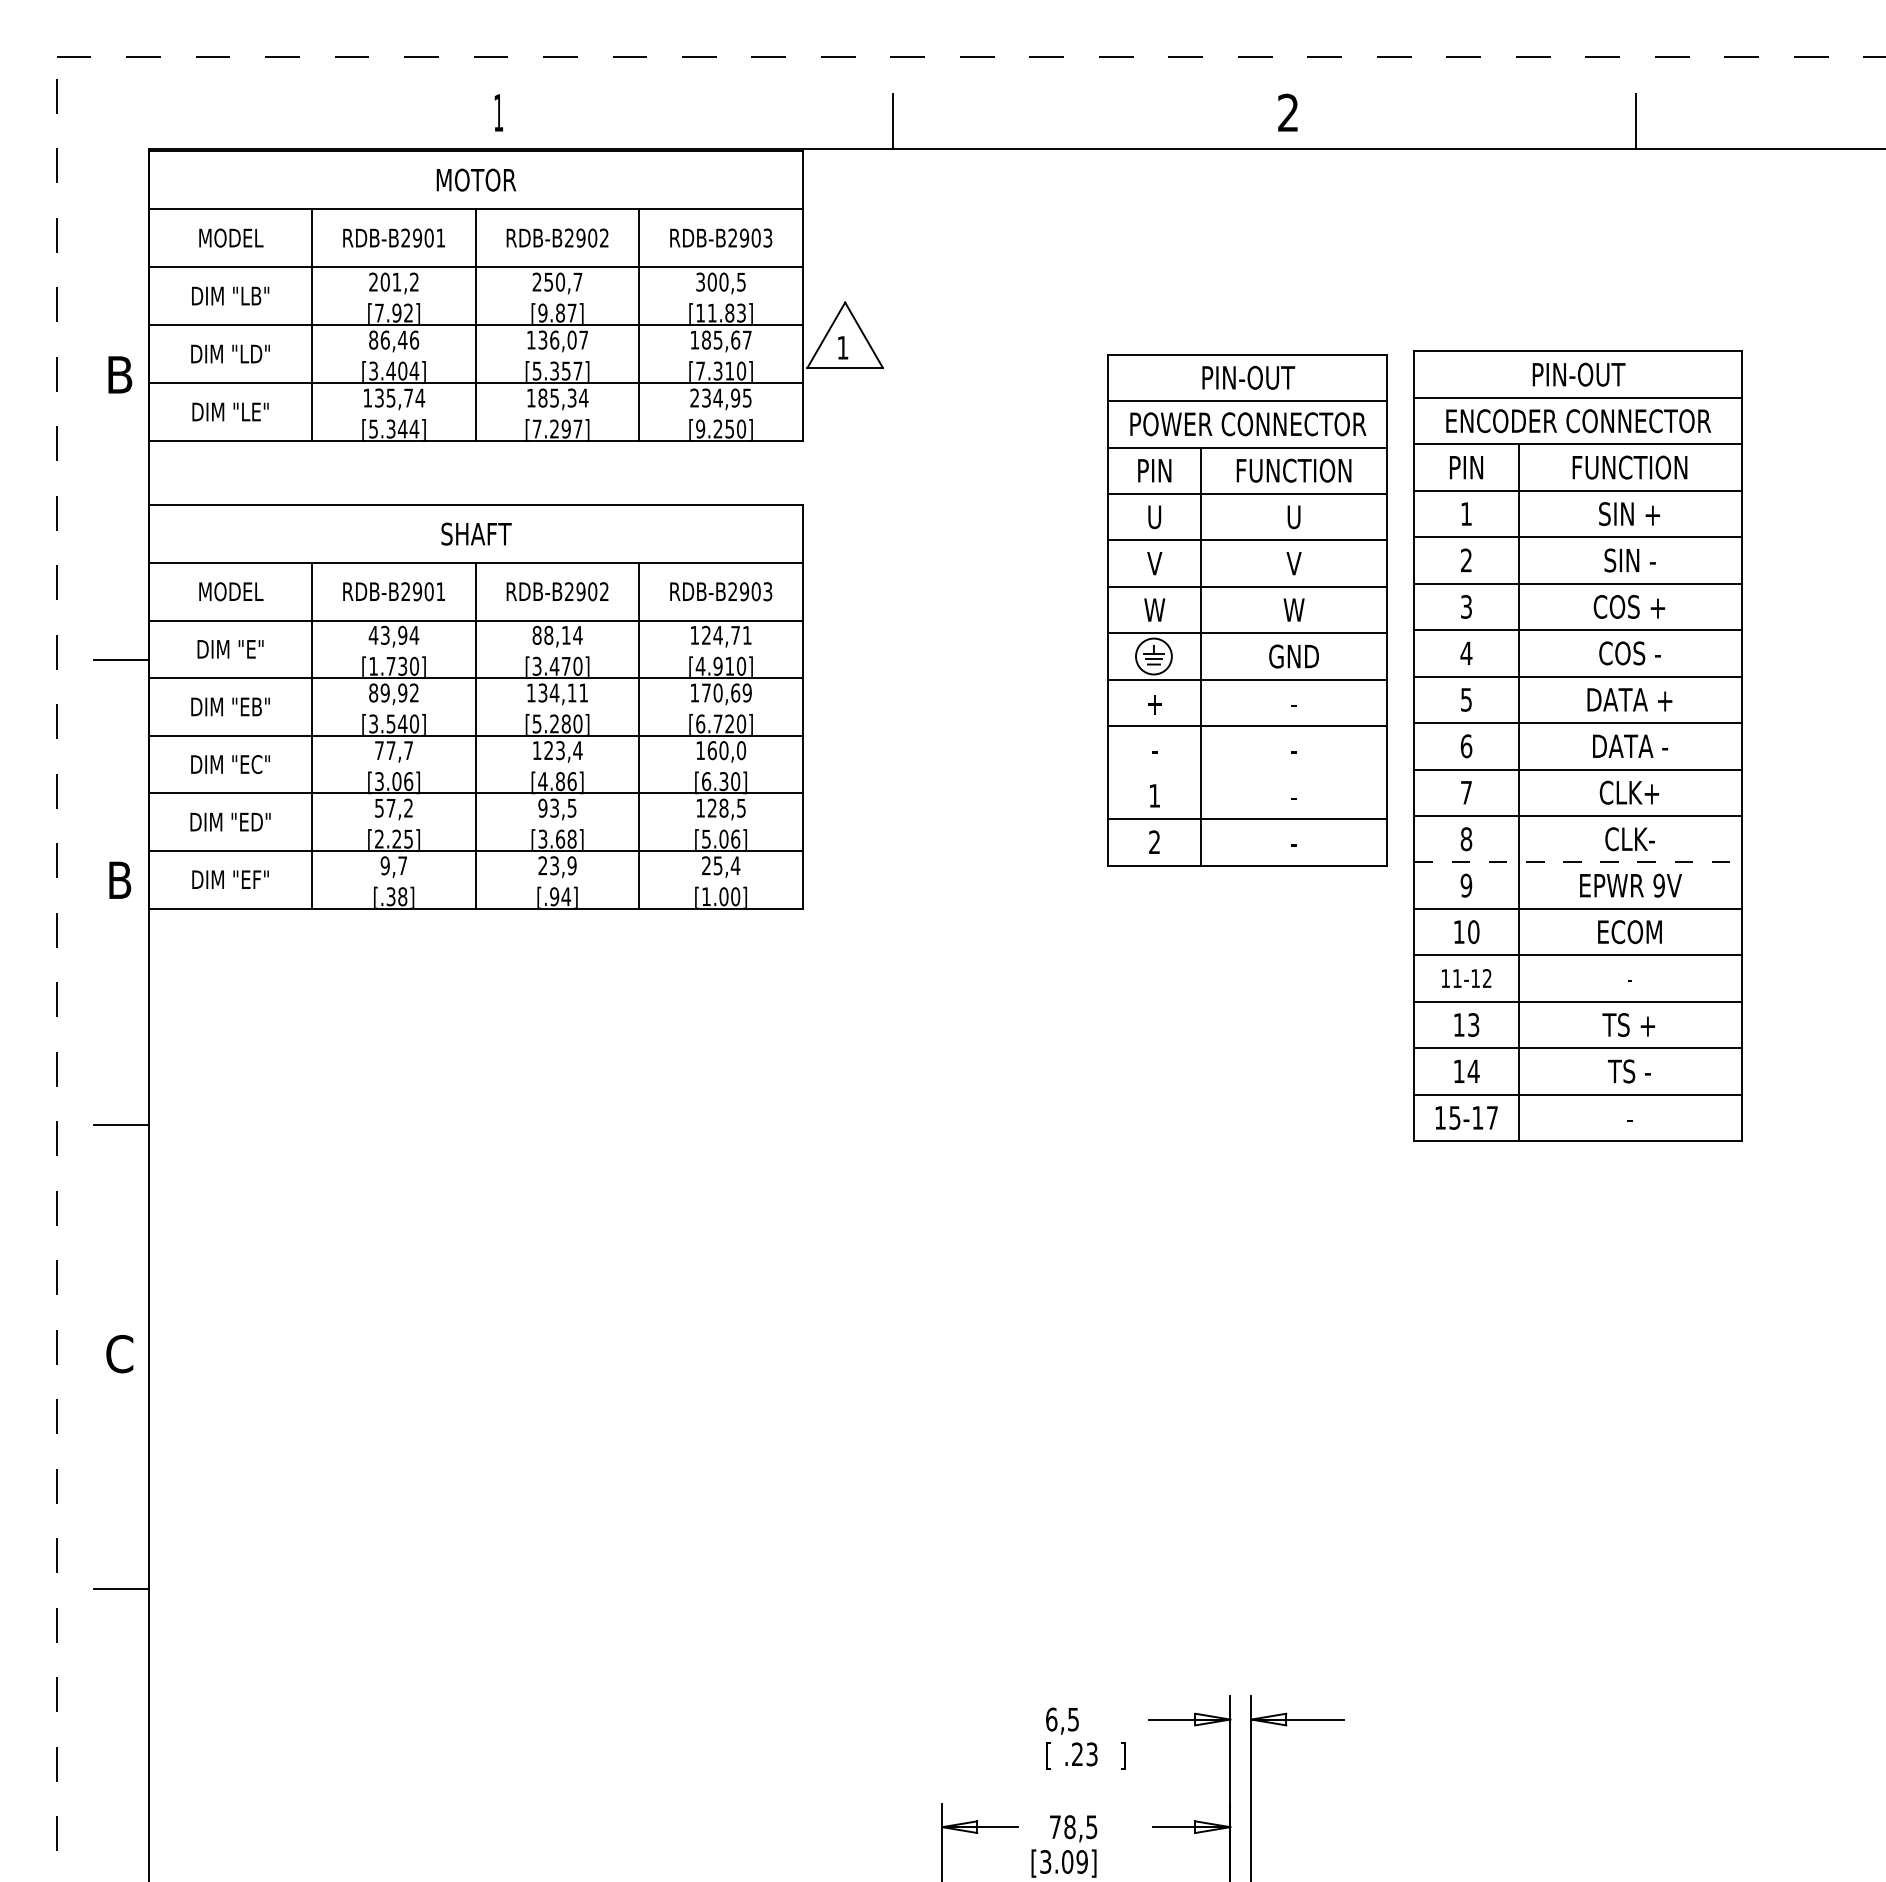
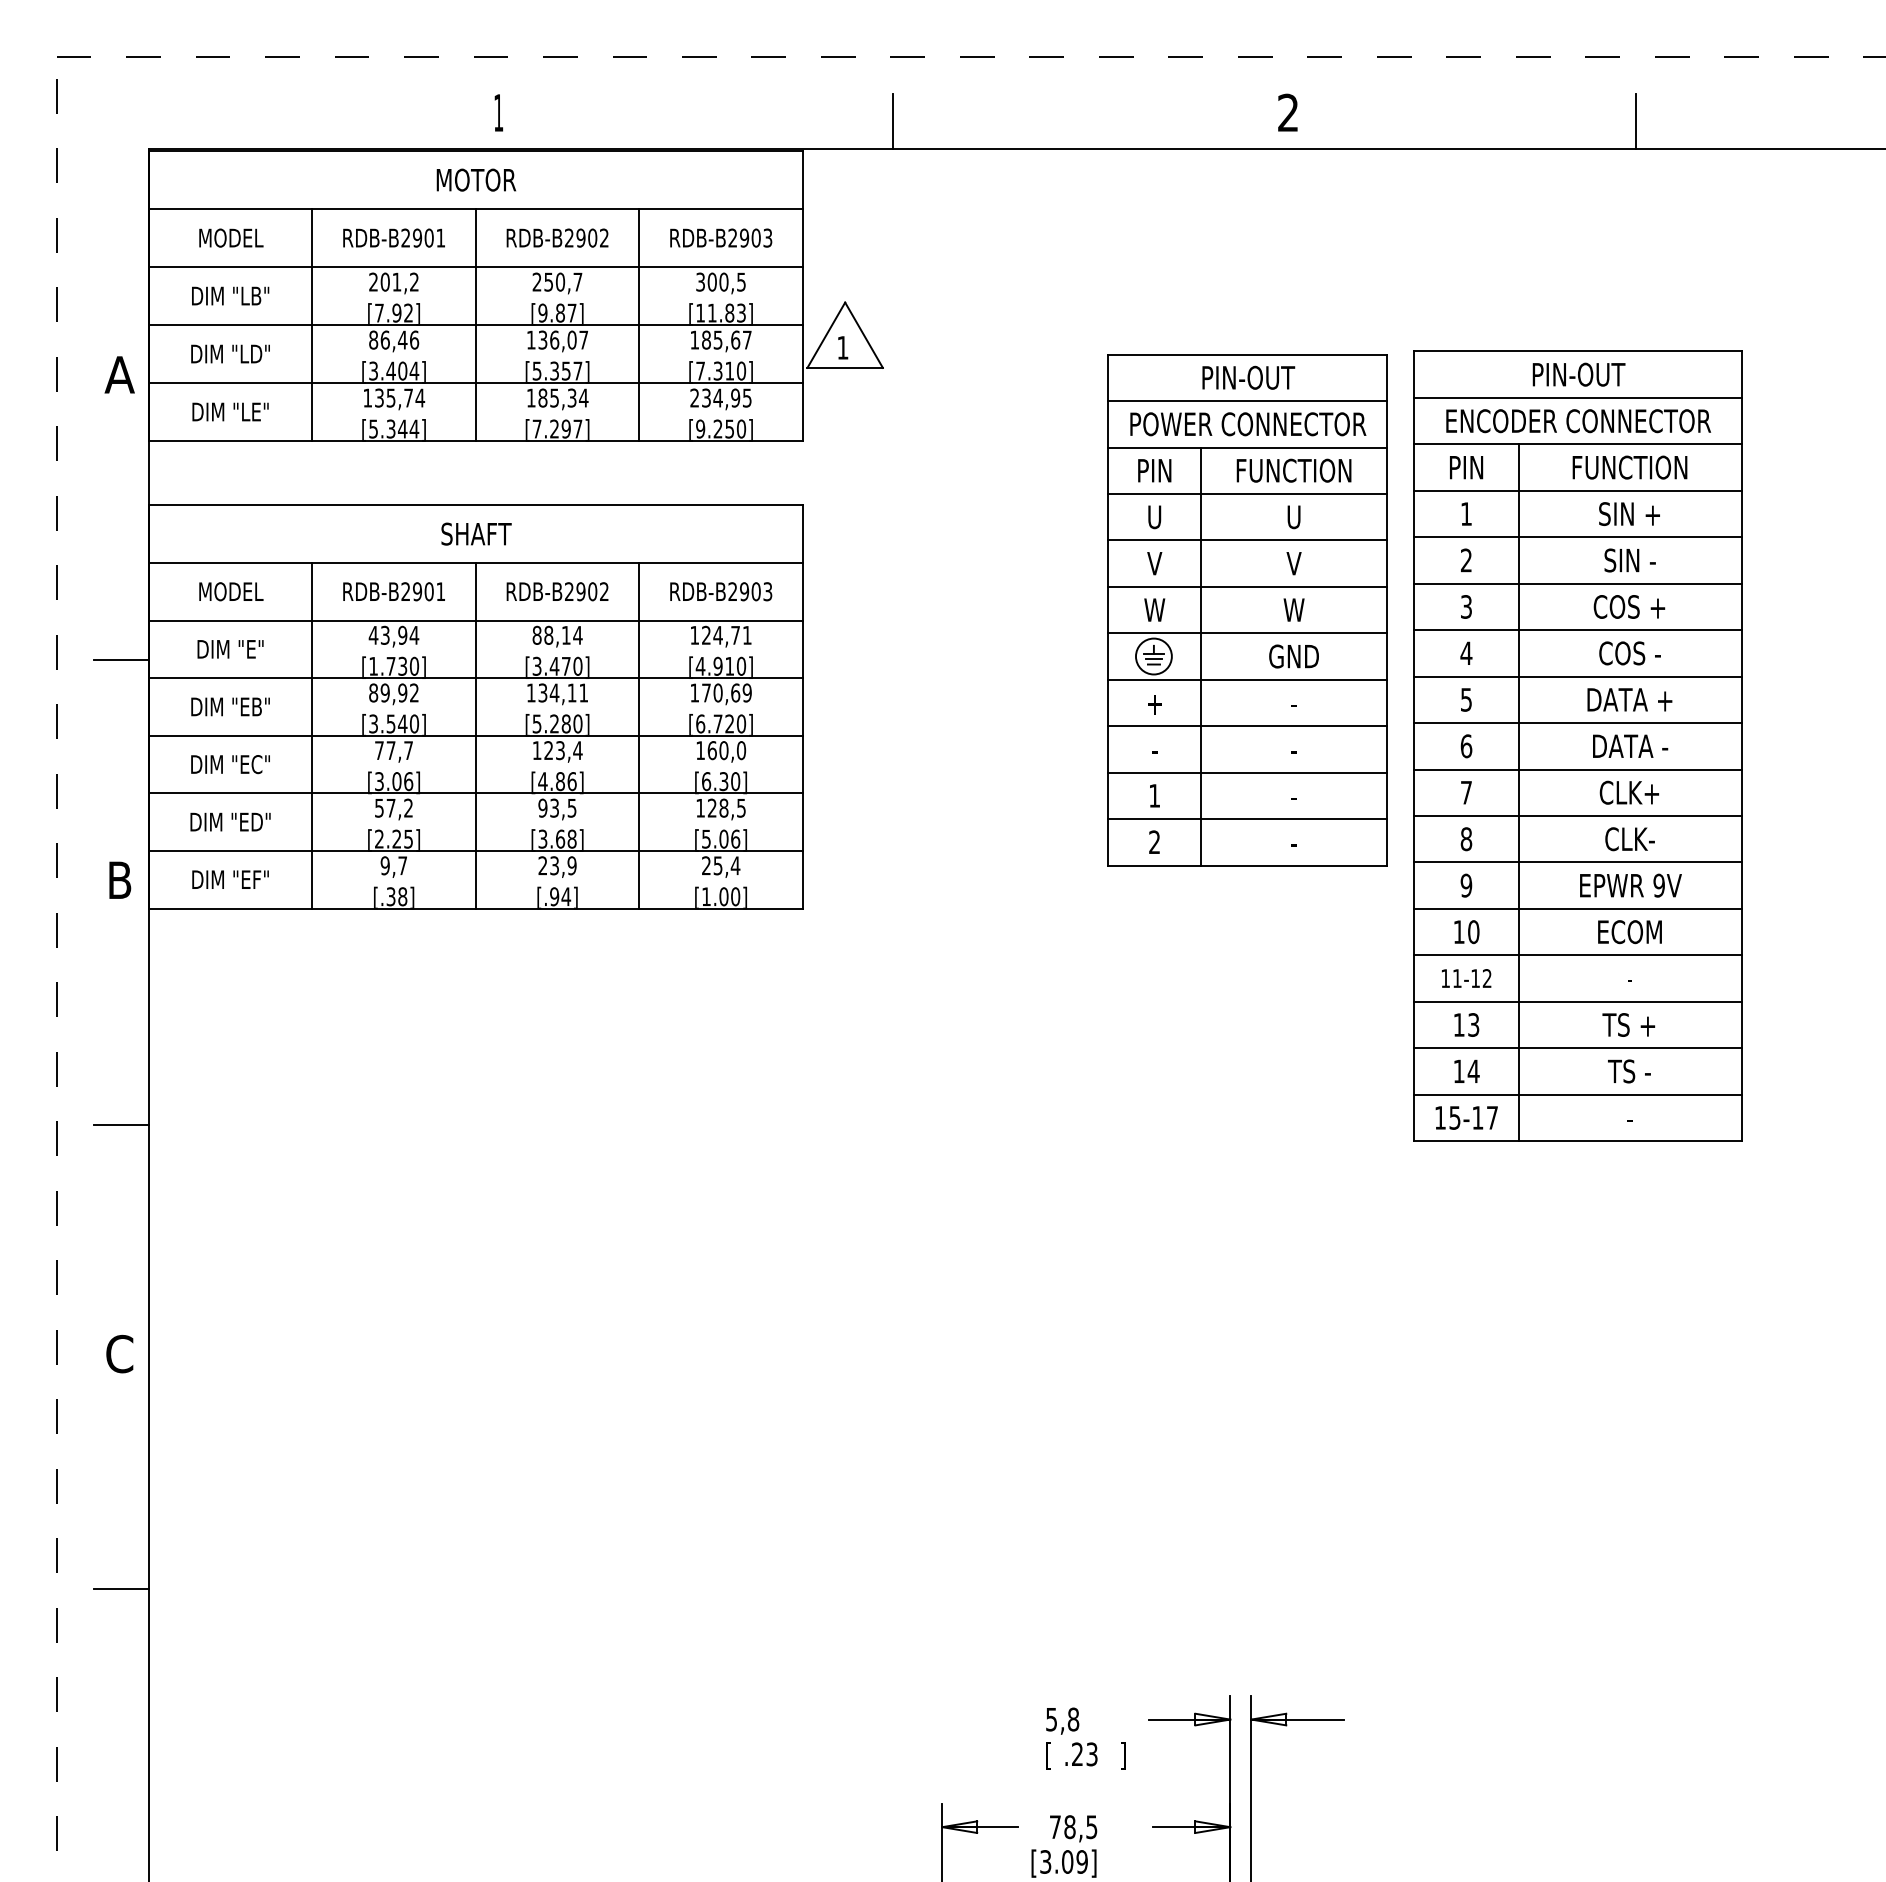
text at (119, 374): B -> A
line at (1247, 772): none -> present
line at (1577, 862): dashed -> solid
text at (1062, 1719): 6,5 -> 5,8
